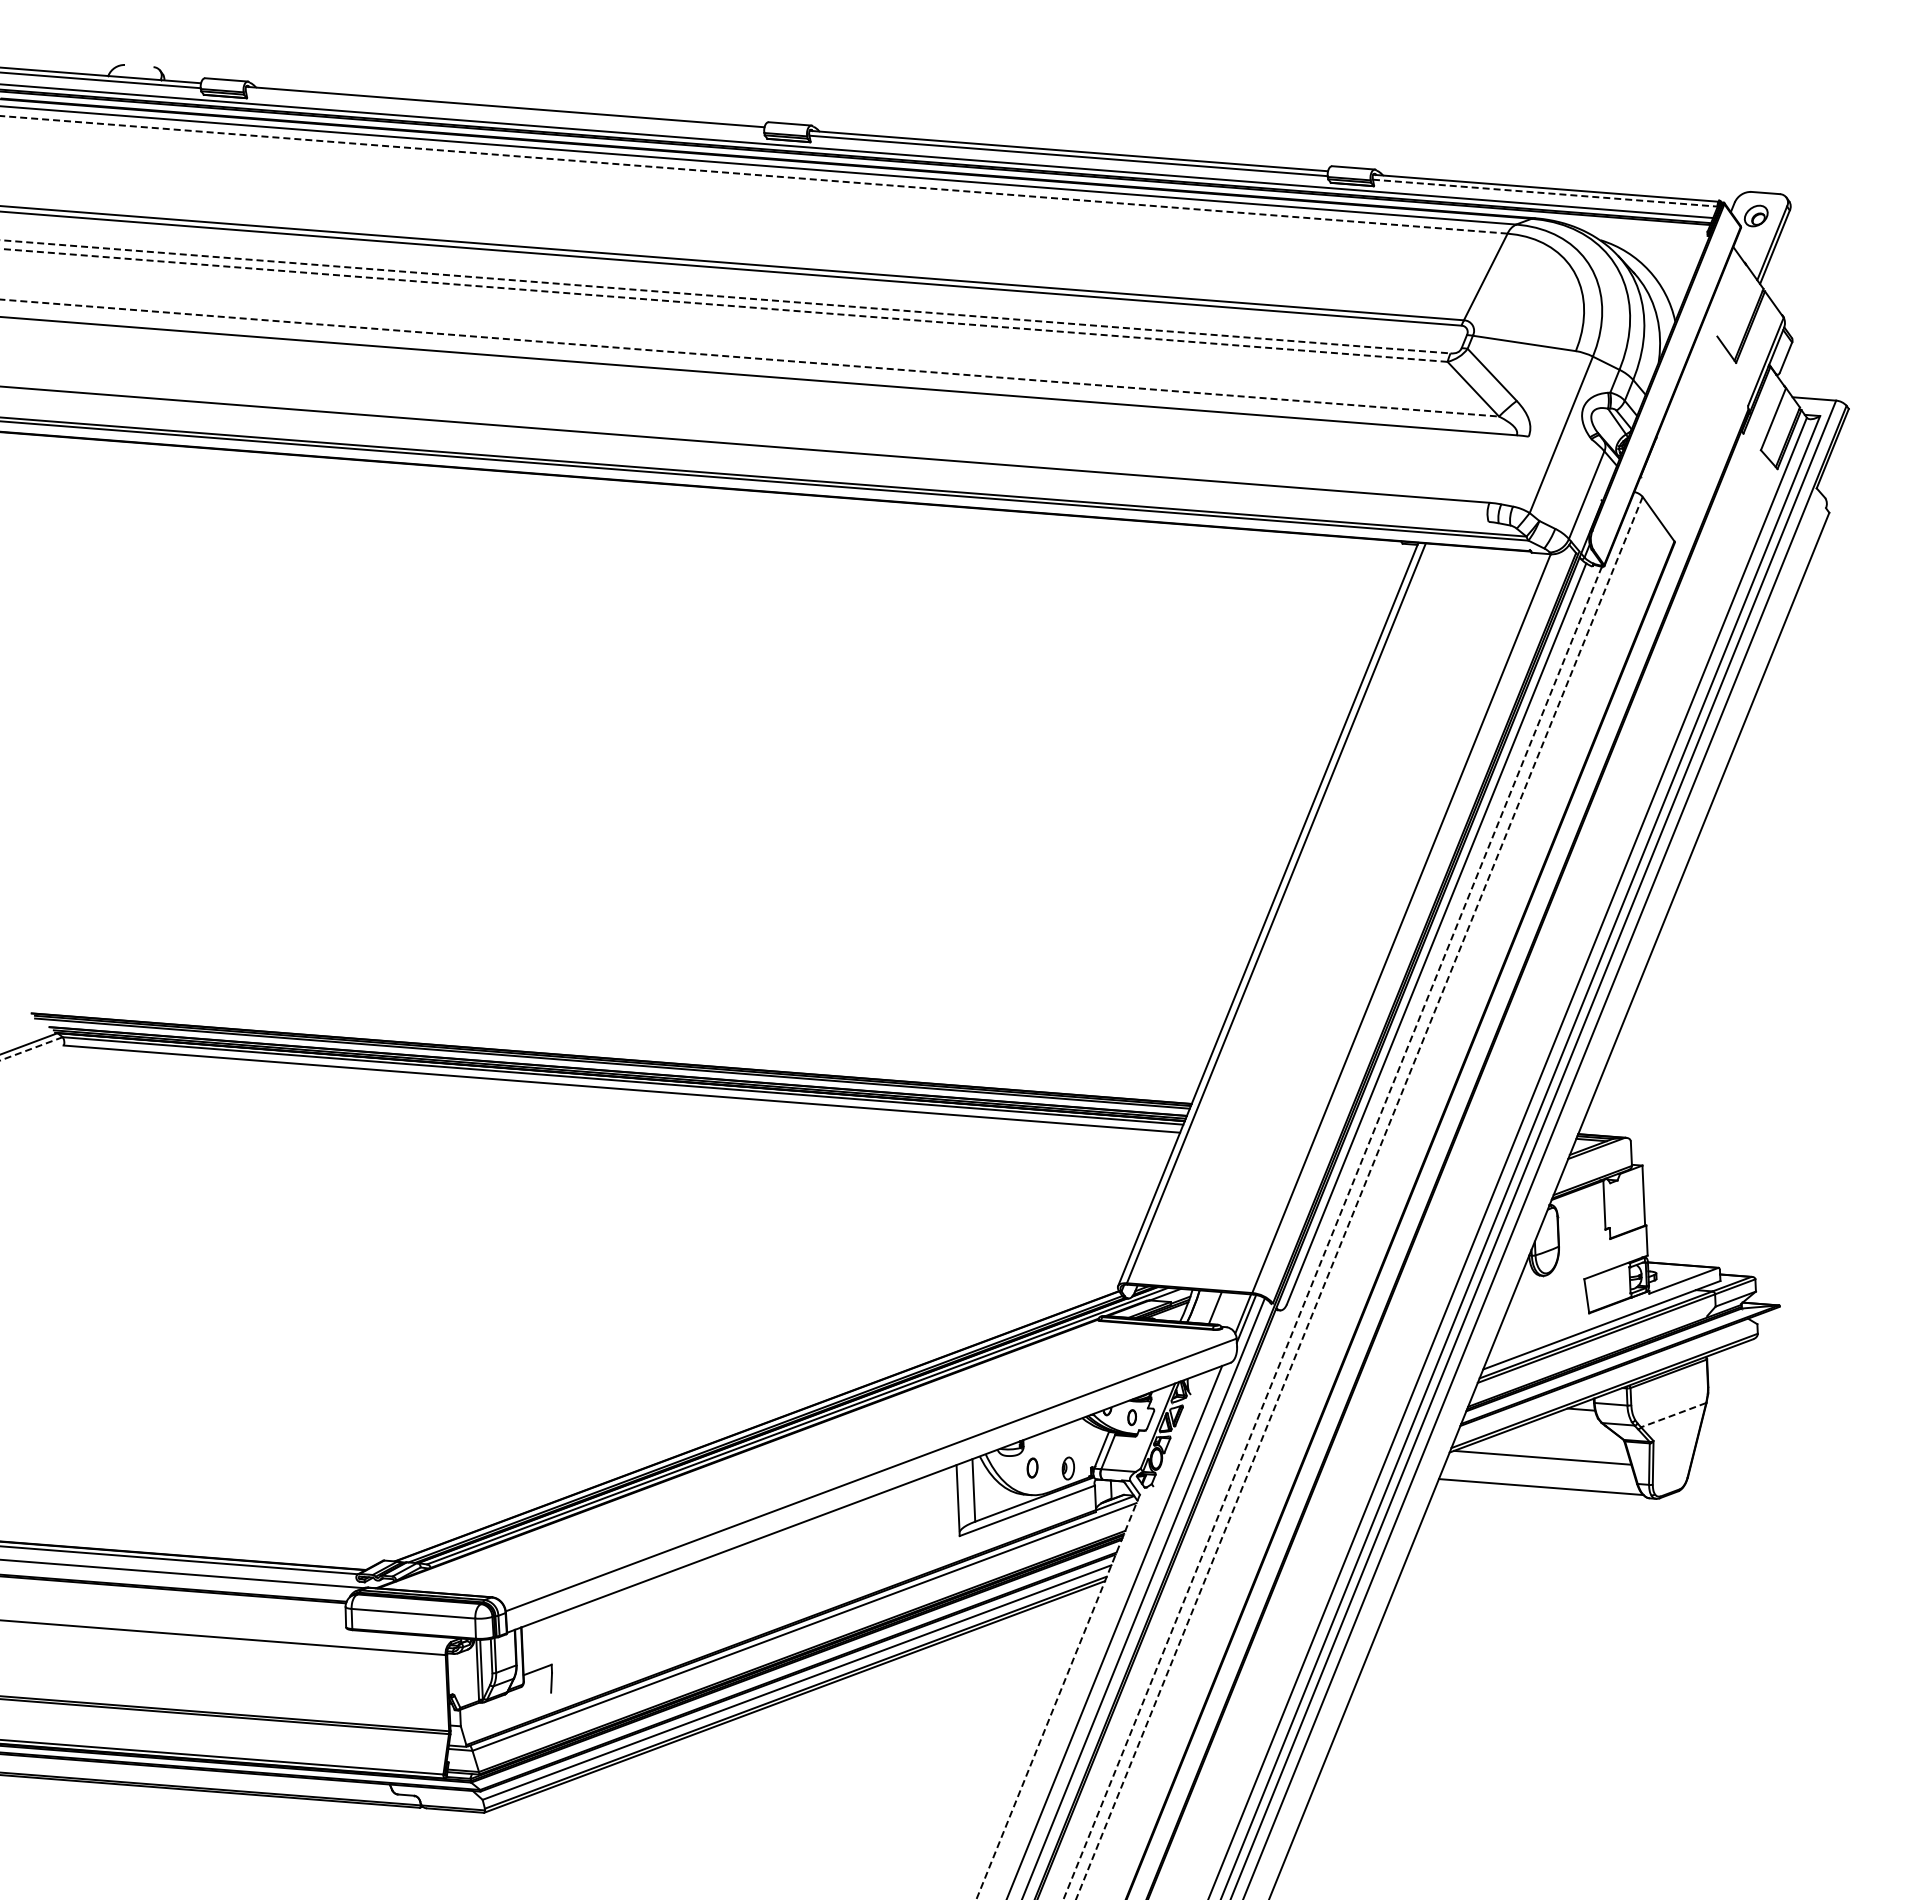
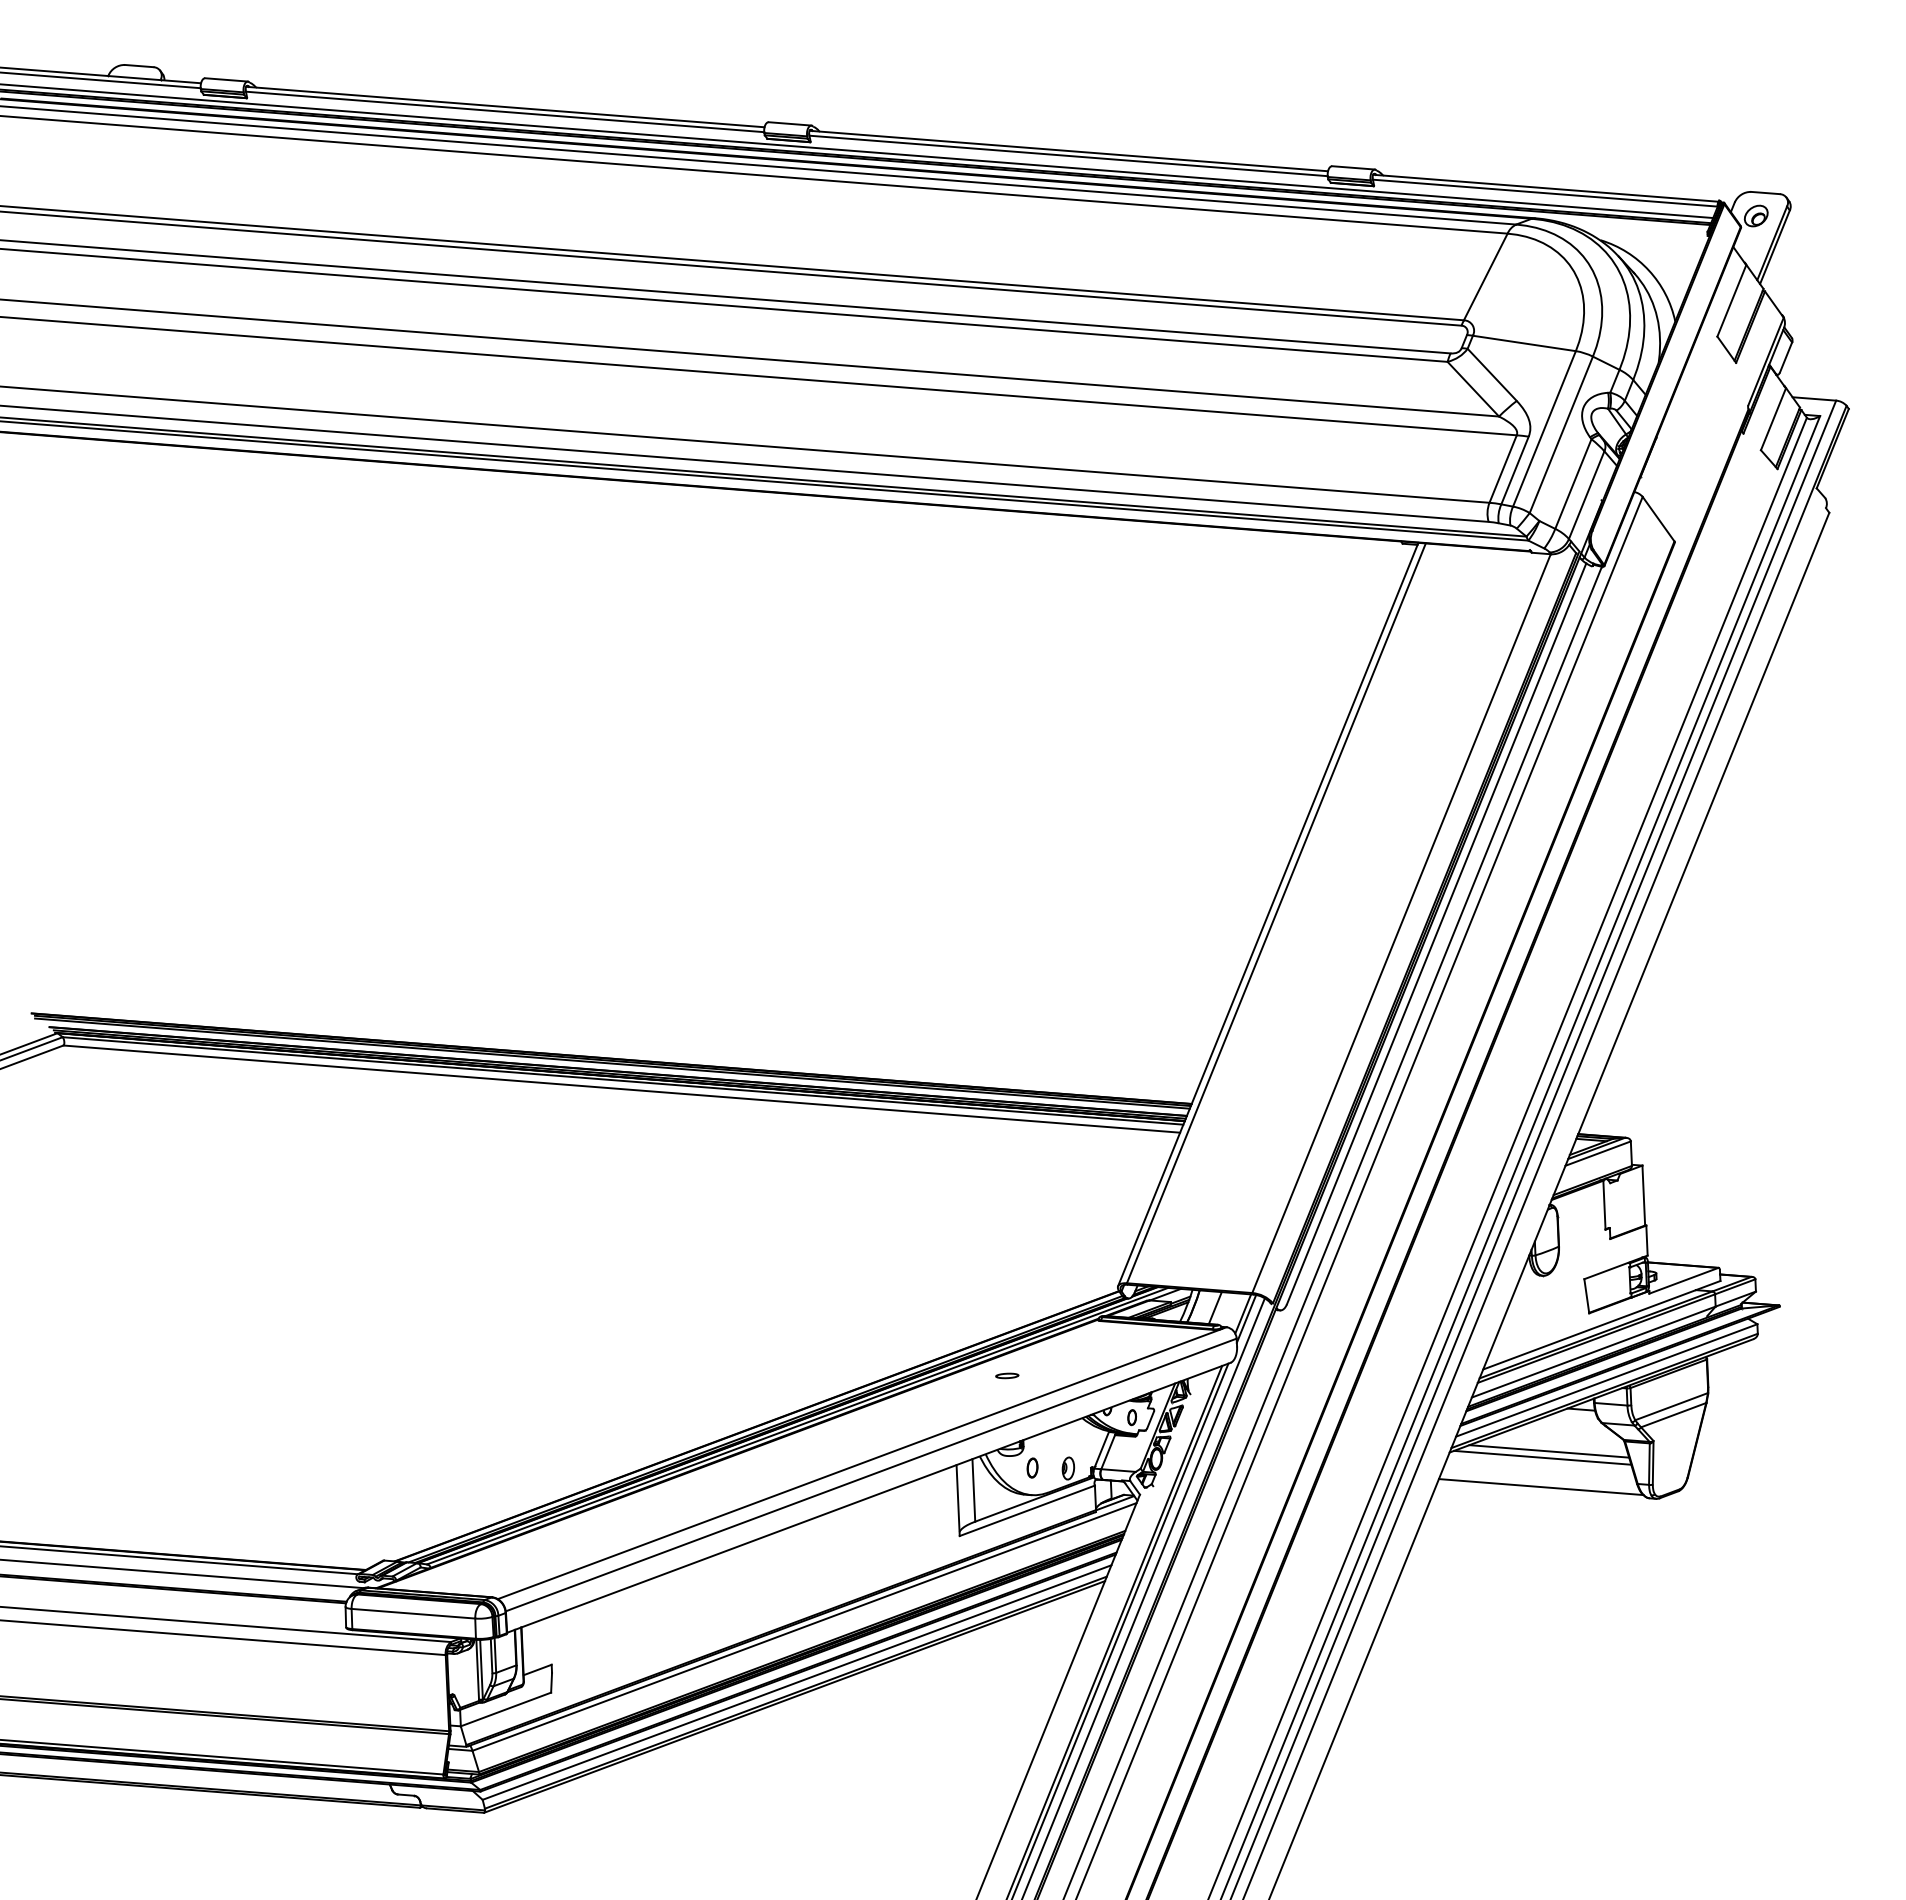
line at (139, 65): none -> present
line at (504, 111): none -> present
line at (754, 174): dashed -> solid
line at (1545, 193): dashed -> solid
line at (725, 296): dashed -> solid
line at (1731, 300): none -> present
line at (723, 305): dashed -> solid
line at (749, 358): dashed -> solid
line at (1544, 428): none -> present
line at (745, 463): none -> present
line at (1502, 468): none -> present
line at (1514, 470): none -> present
line at (1573, 483): none -> present
line at (31, 1048): dashed -> solid
line at (32, 1056): none -> present
line at (1597, 1153): none -> present
line at (1359, 1198): dashed -> solid
line at (1332, 1233): dashed -> solid
line at (1593, 1351): none -> present
part at (1007, 1375): none -> present
line at (1606, 1380): none -> present
line at (1671, 1406): none -> present
line at (1673, 1415): dashed -> solid
line at (1549, 1451): none -> present
line at (861, 1463): none -> present
line at (226, 1624): none -> present
line at (1120, 1629): none -> present
line at (1057, 1697): dashed -> solid
line at (505, 1709): none -> present
